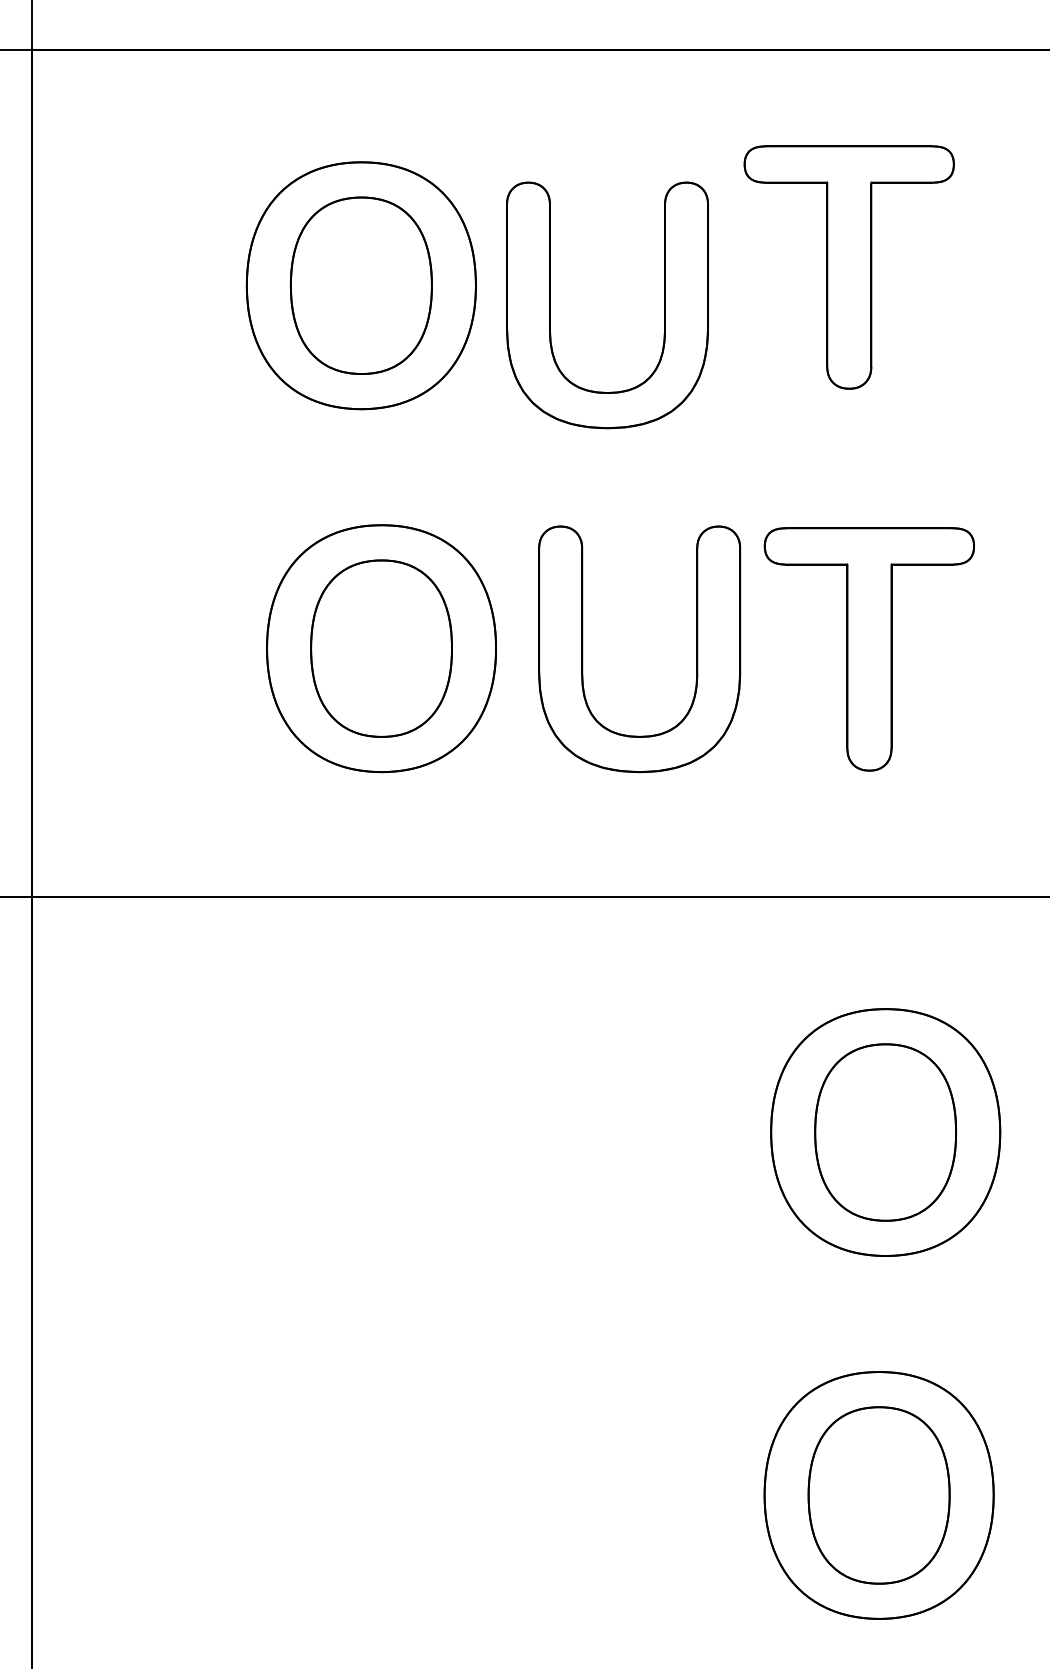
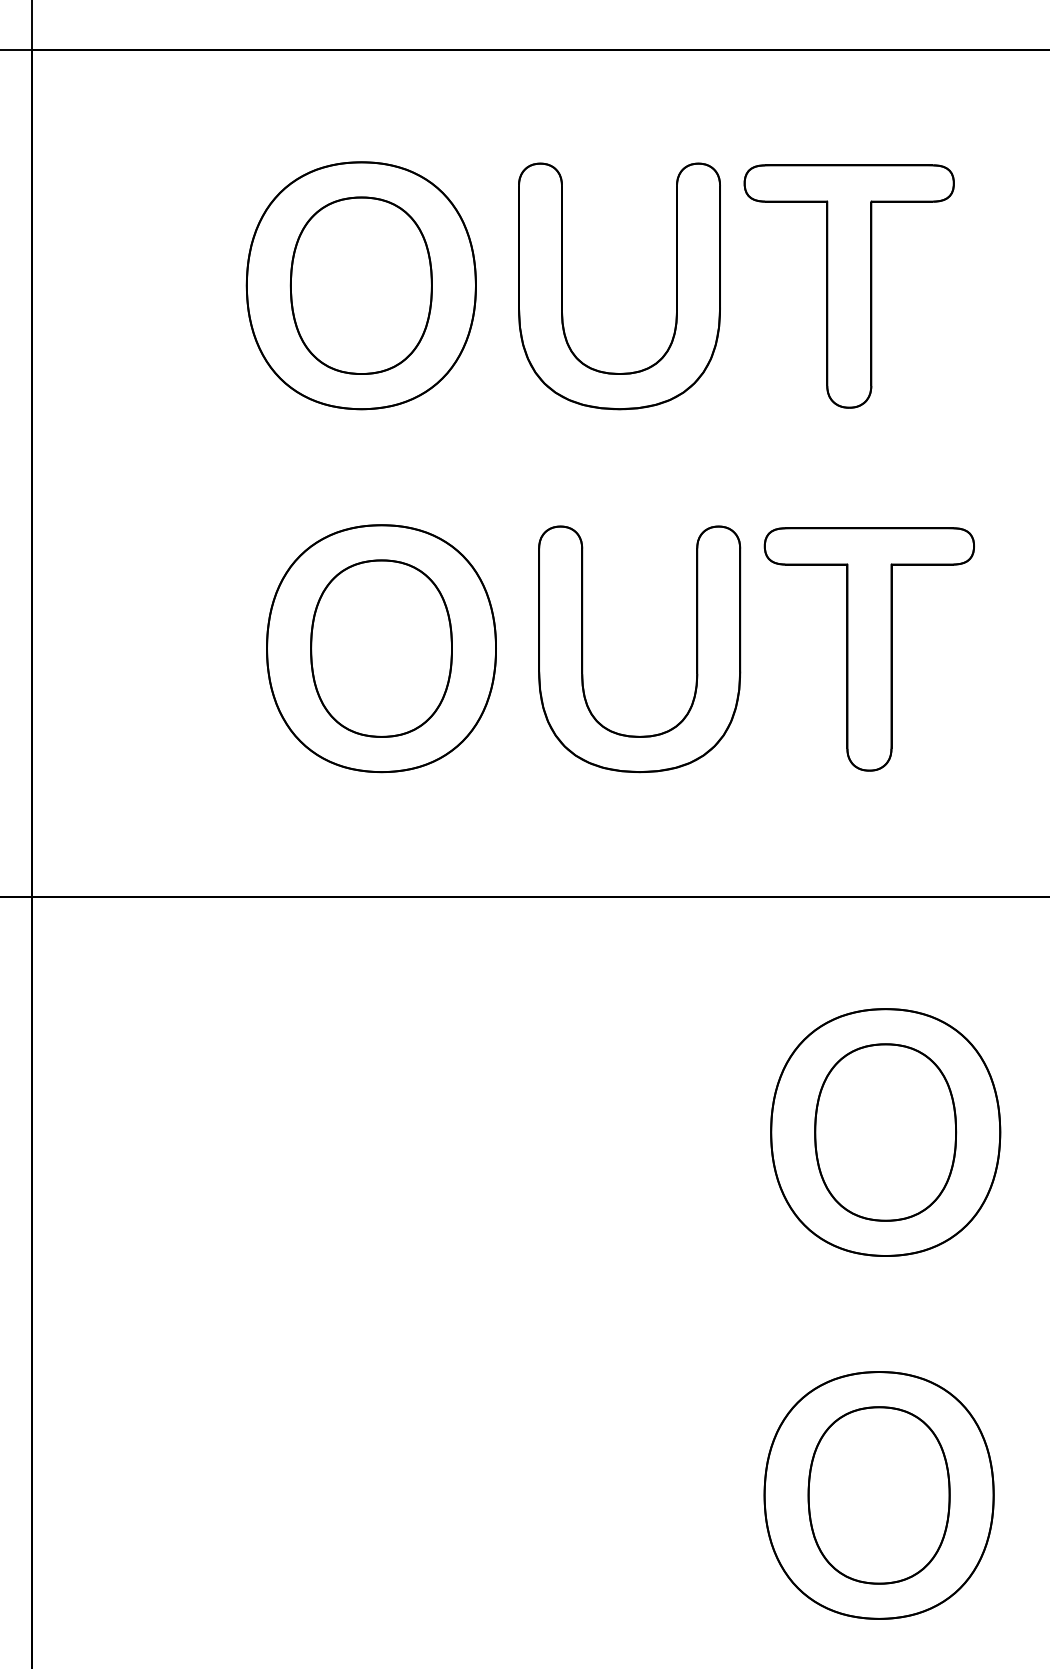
part at (848, 267) position: (848, 267) -> (848, 286)
part at (550, 305) position: (550, 305) -> (562, 286)
